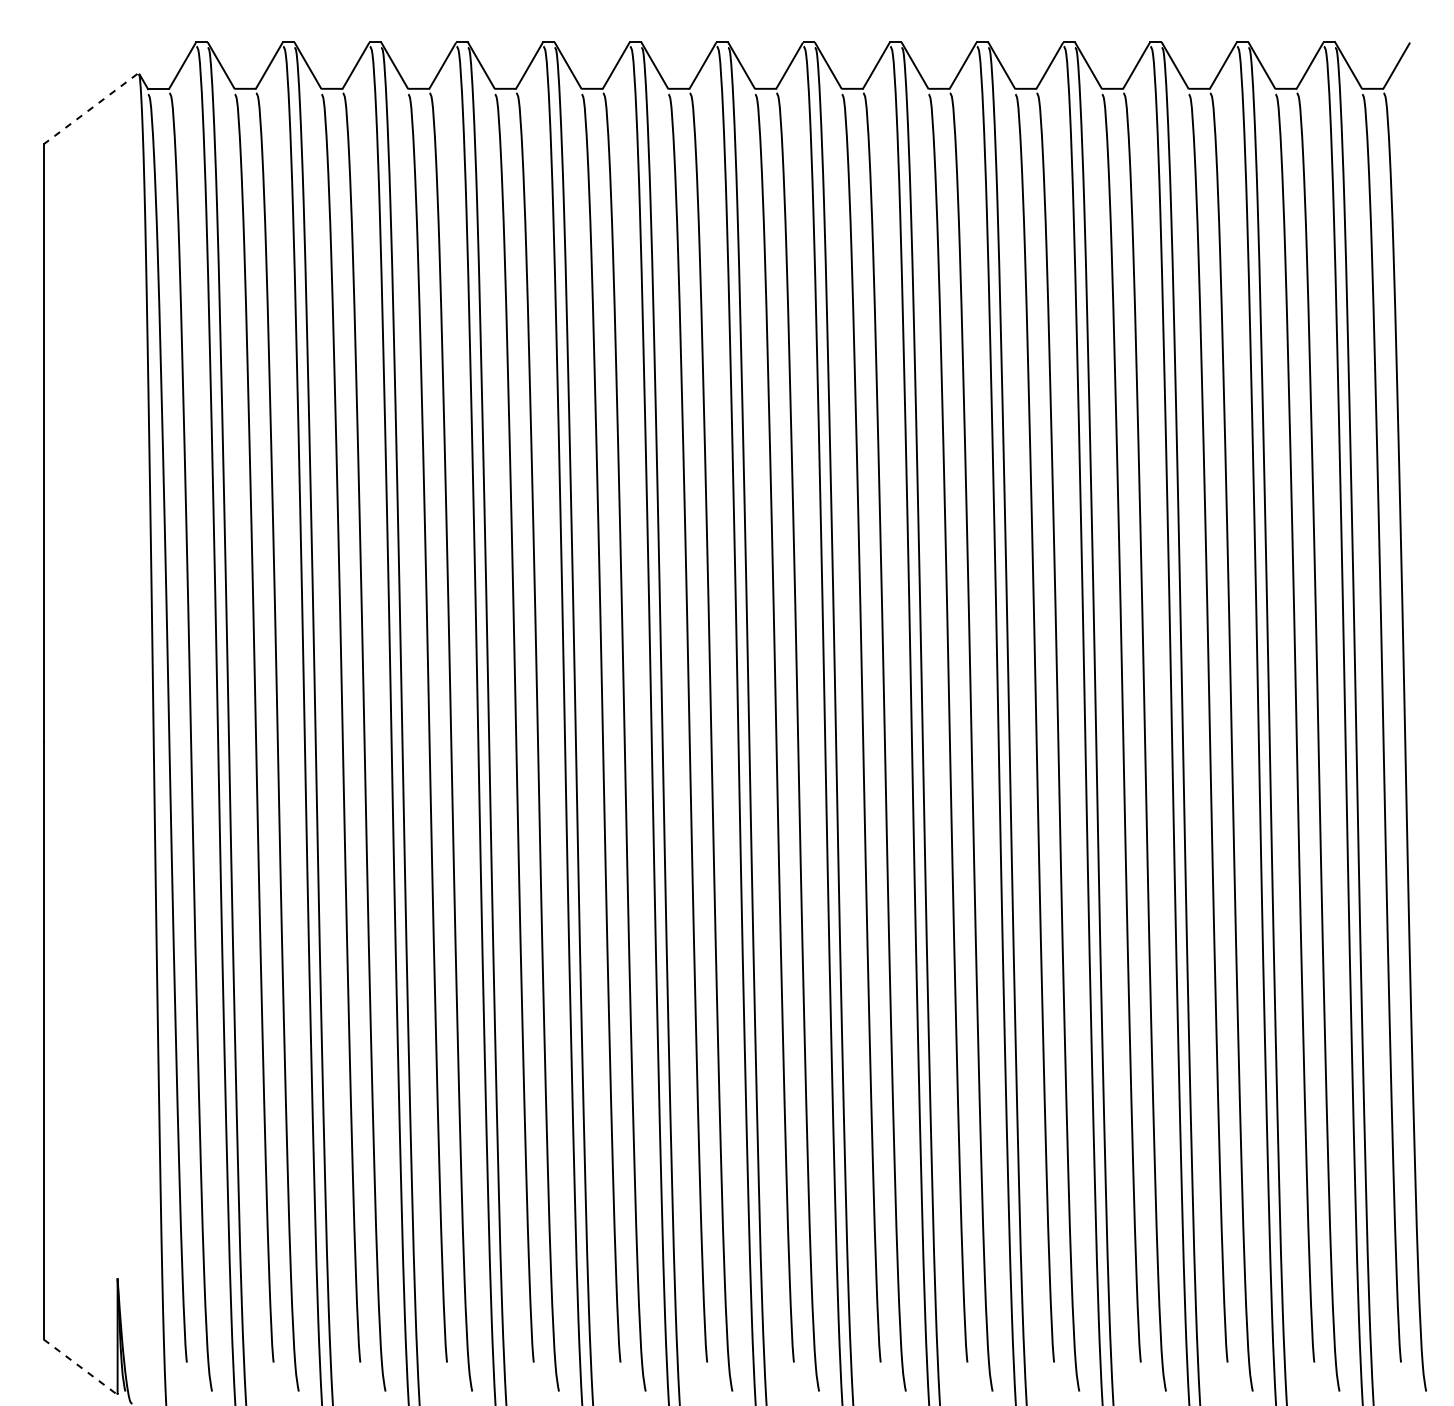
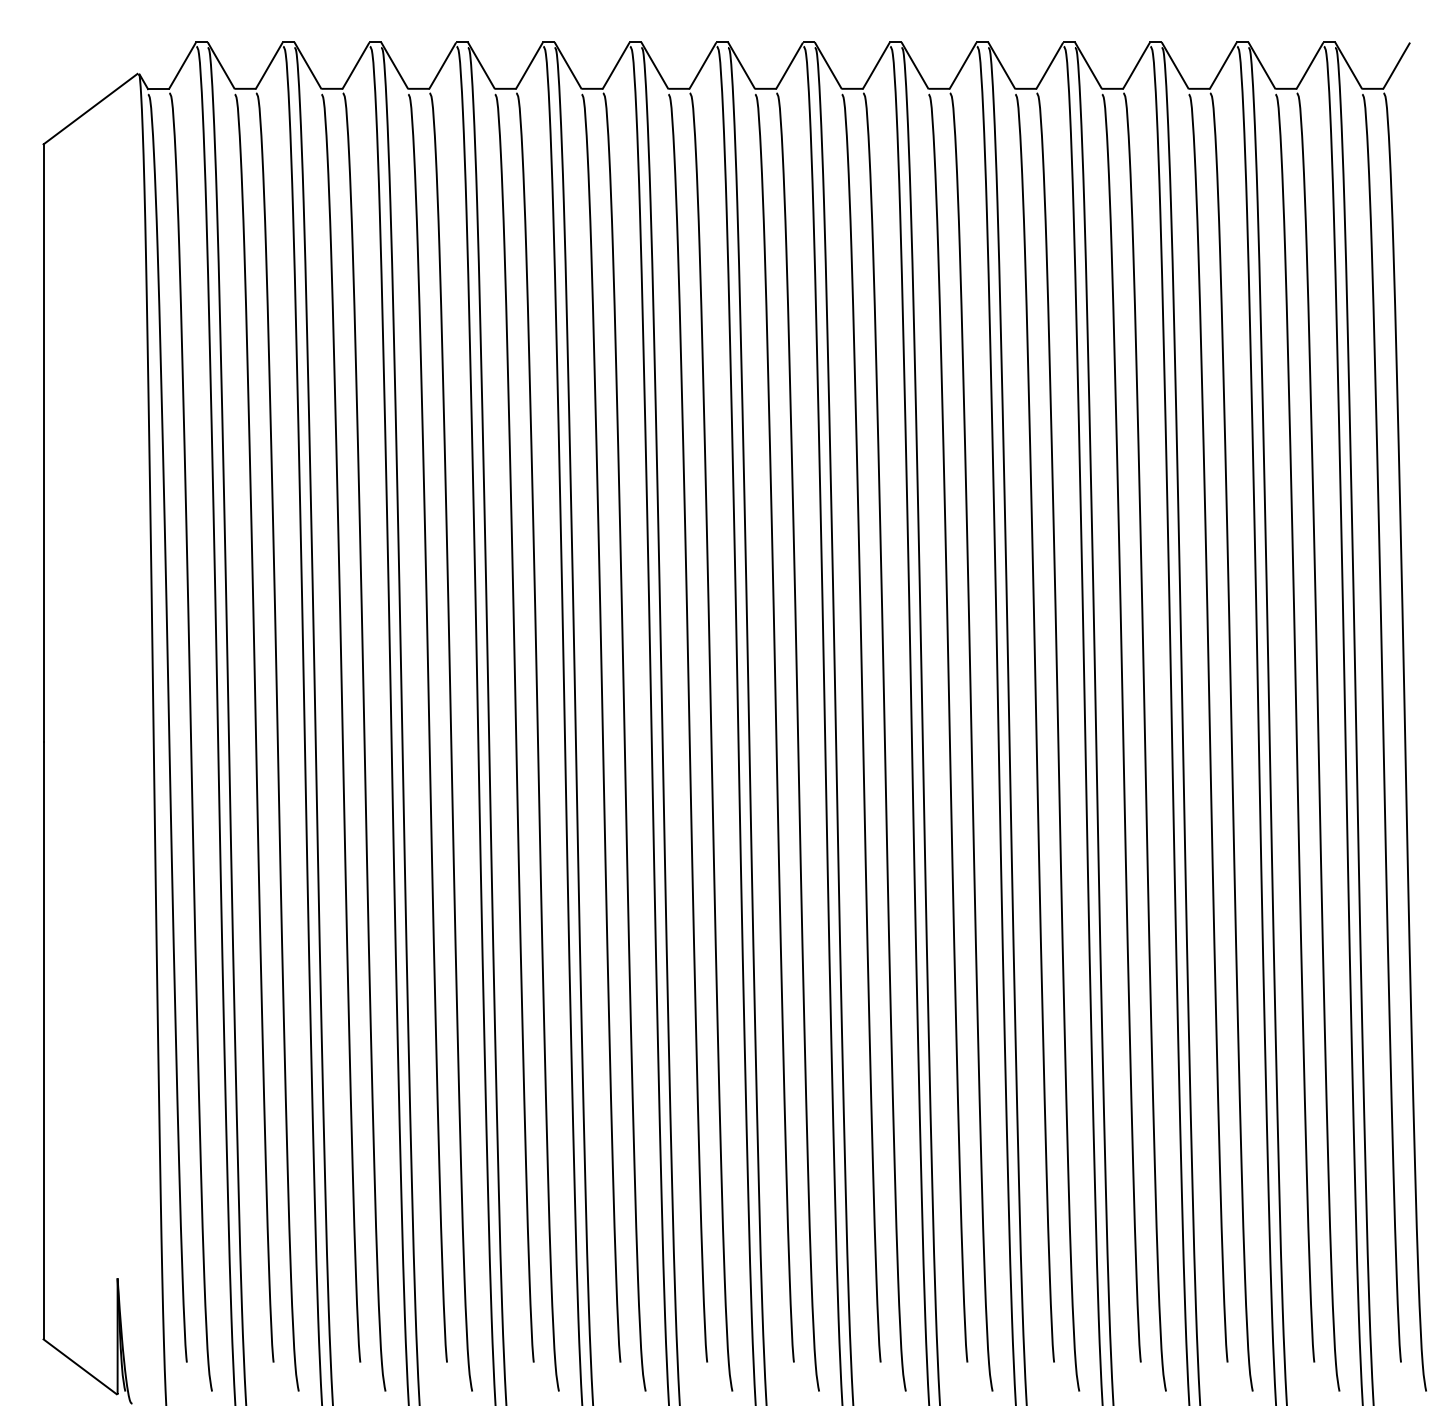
line at (90, 109): dashed -> solid
line at (80, 1366): dashed -> solid
